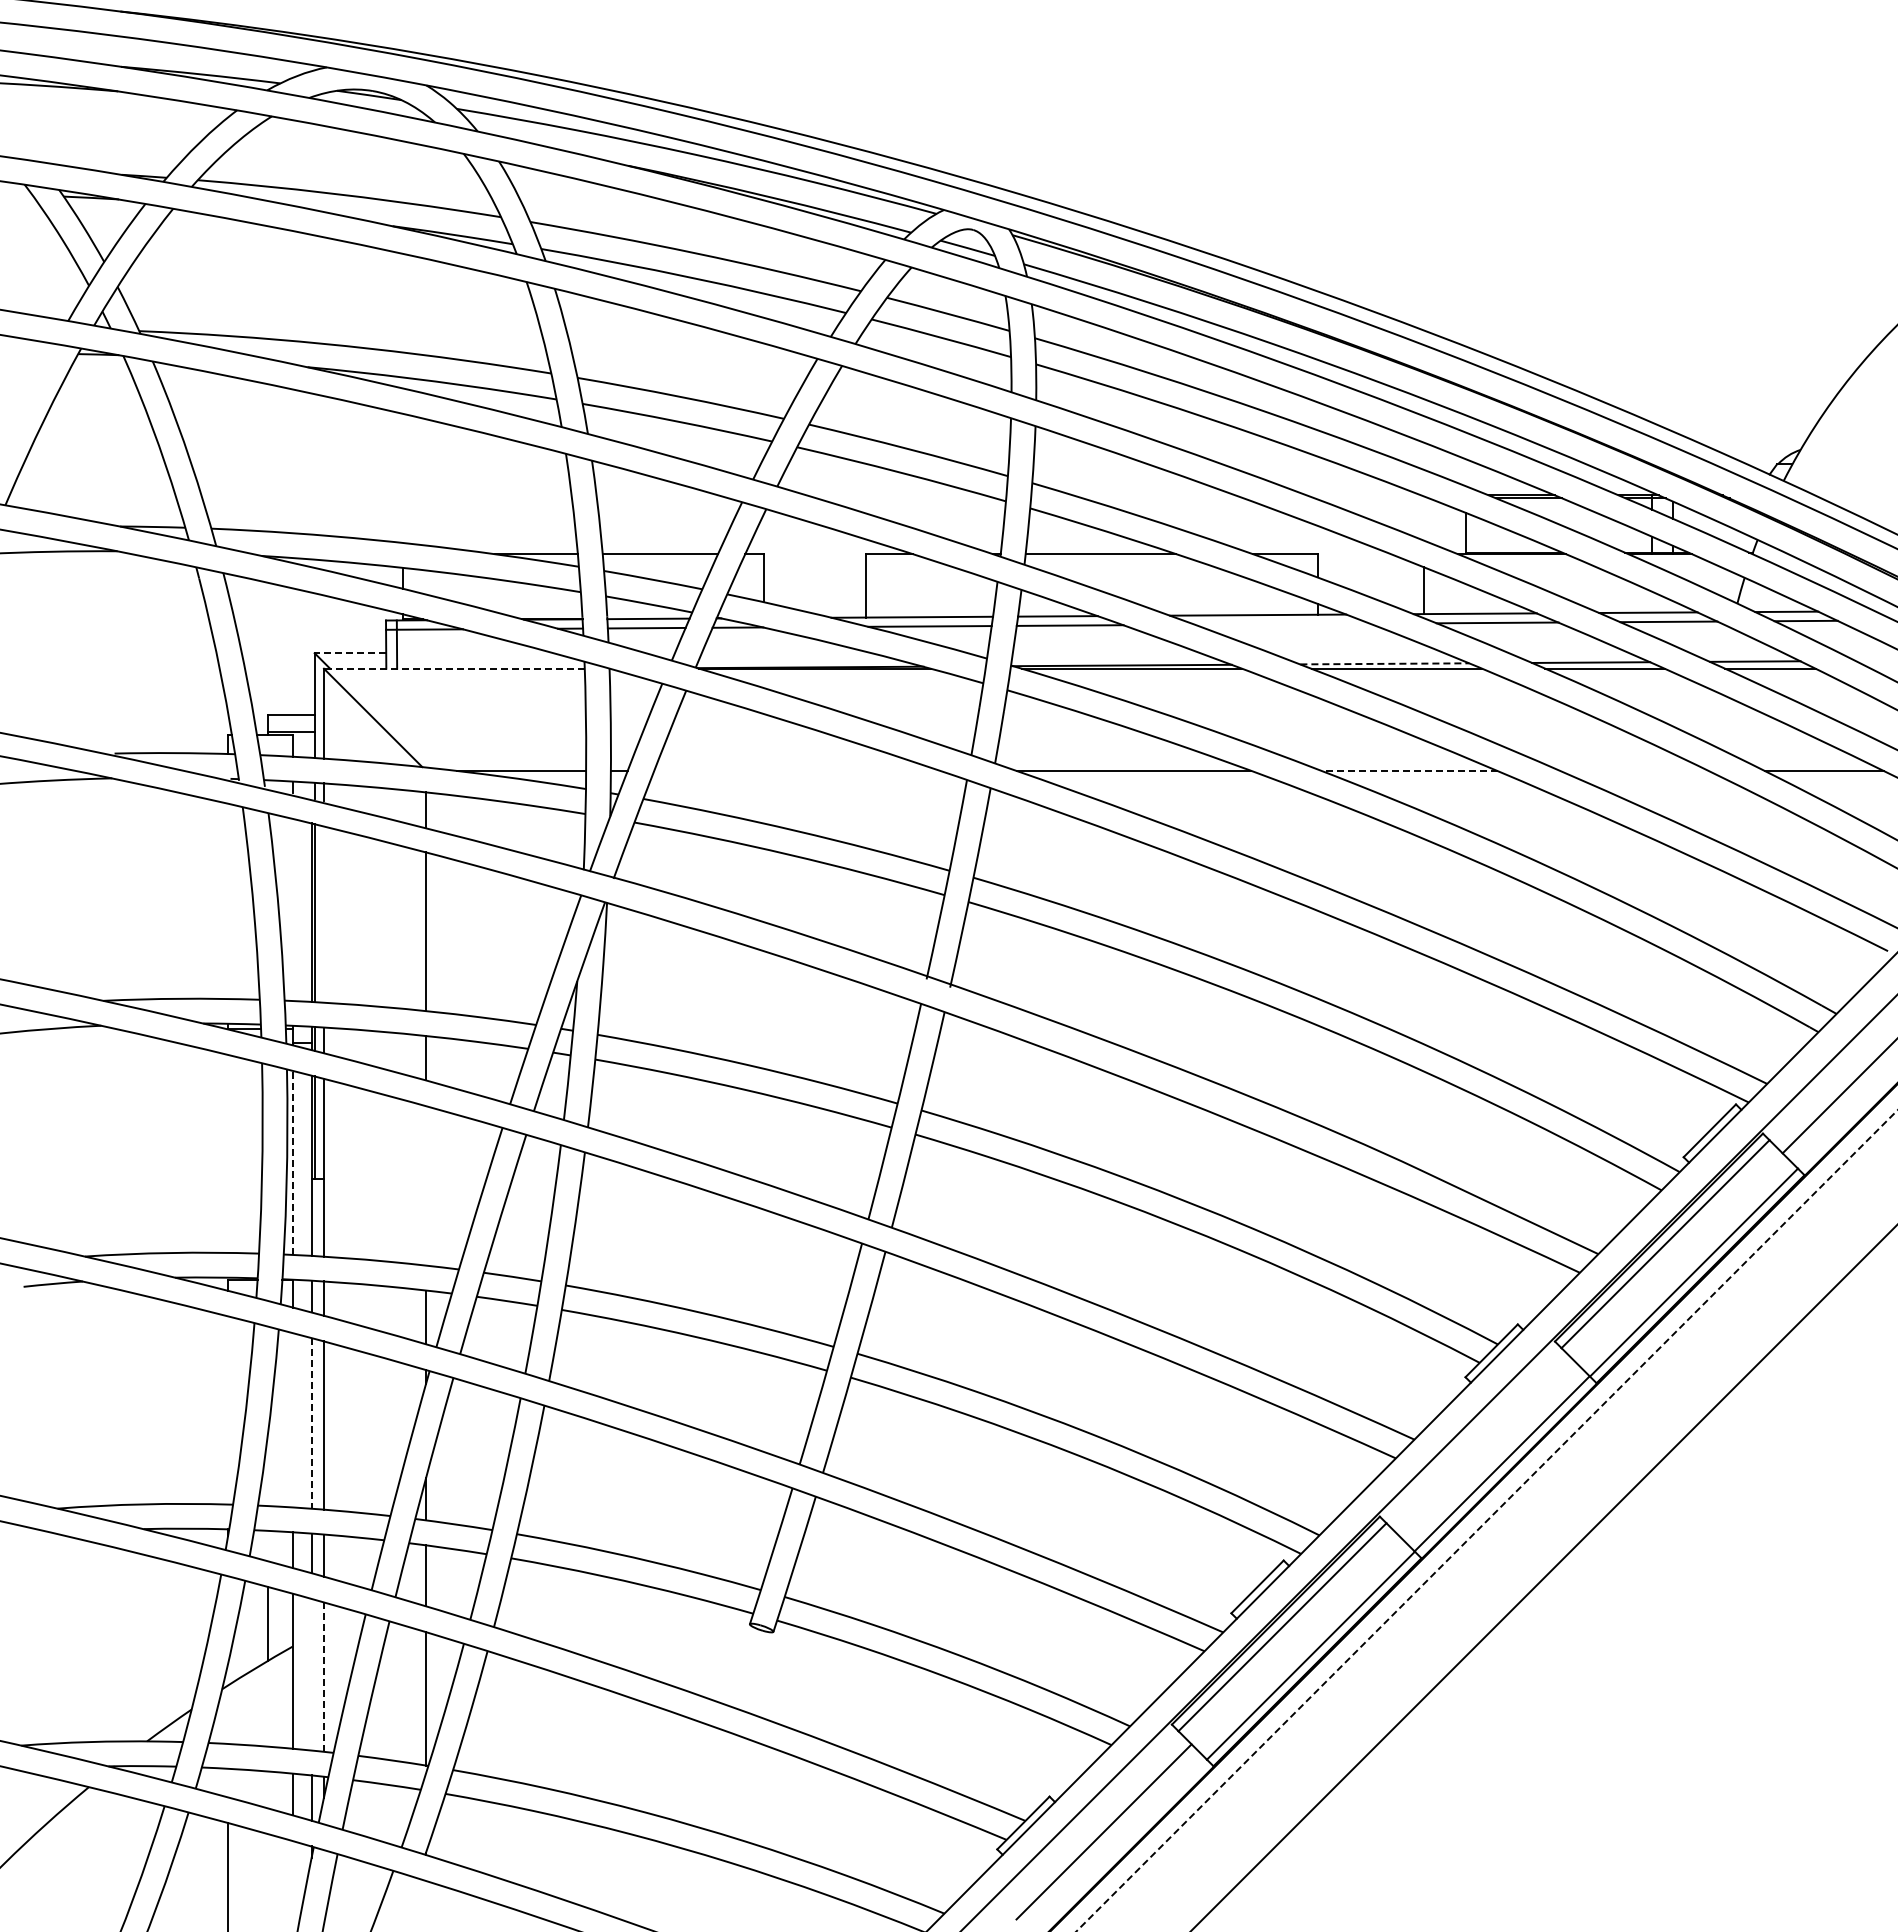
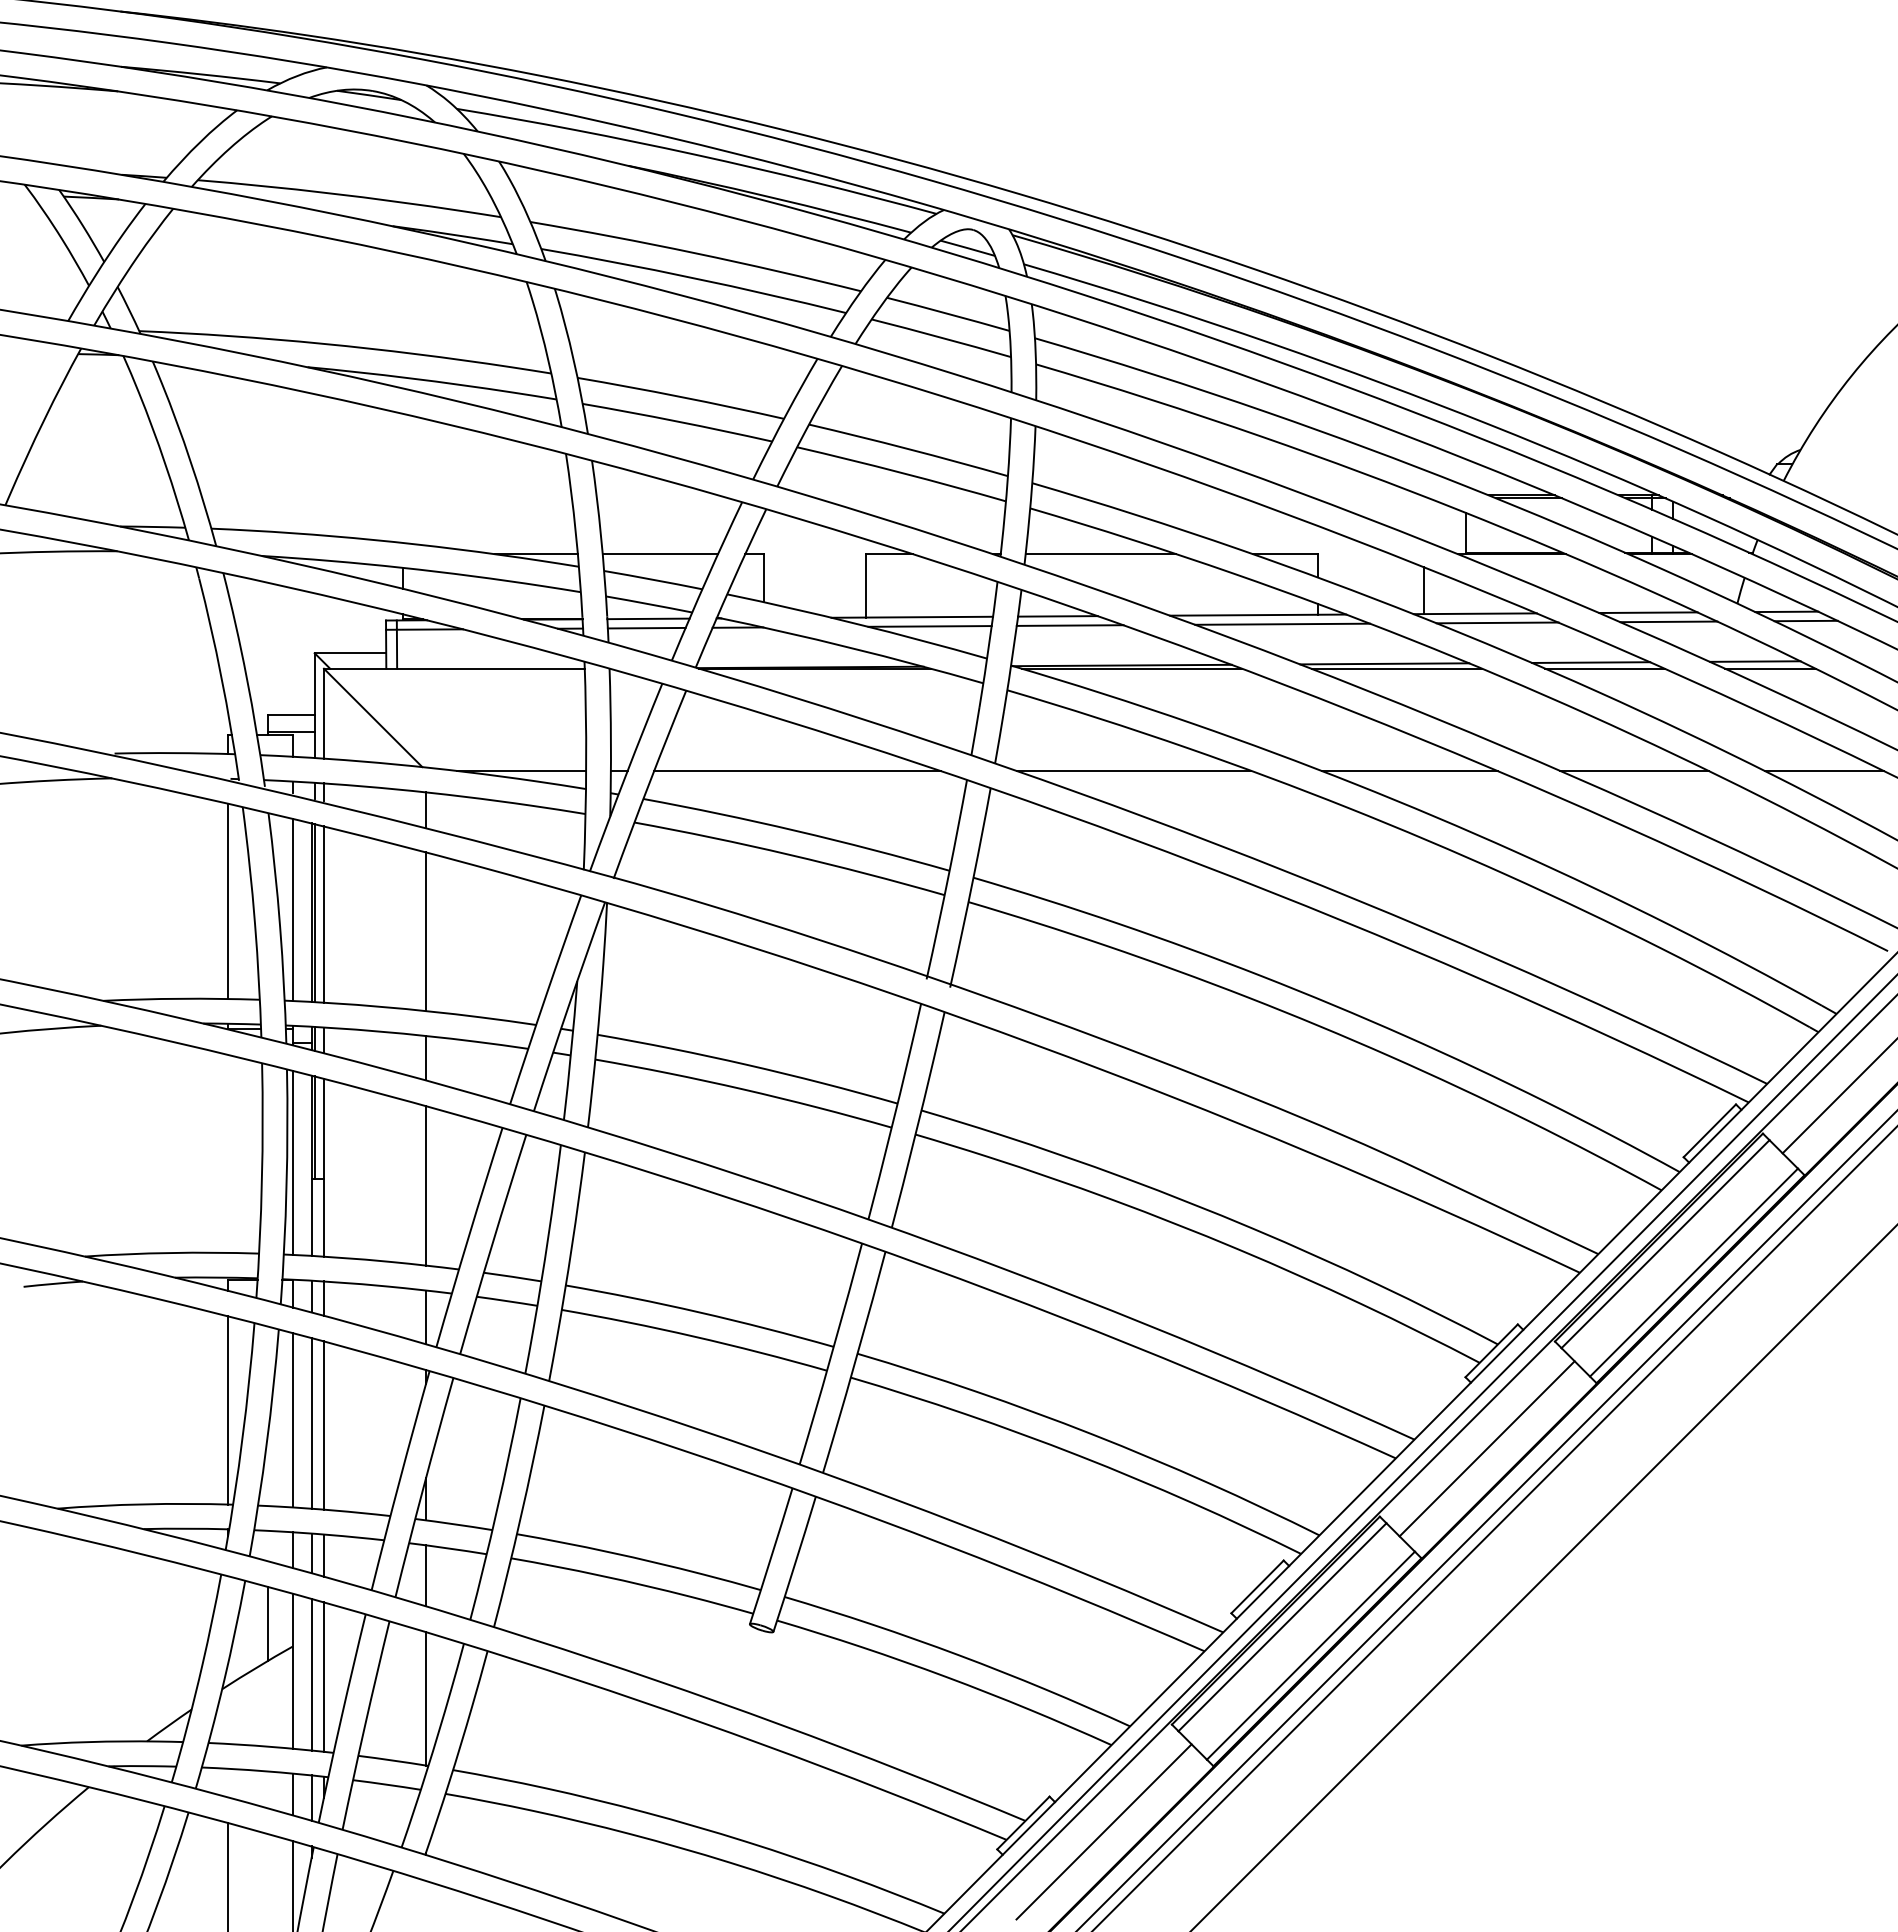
line at (1282, 623): none -> present
line at (350, 653): dashed -> solid
line at (1385, 663): dashed -> solid
line at (453, 668): dashed -> solid
line at (797, 770): none -> present
line at (1409, 770): dashed -> solid
line at (1634, 770): none -> present
line at (228, 900): none -> present
line at (293, 909): none -> present
line at (323, 914): none -> present
line at (293, 1162): dashed -> solid
line at (426, 1185): none -> present
line at (228, 1410): none -> present
line at (293, 1420): none -> present
line at (311, 1423): dashed -> solid
line at (1422, 1452): none -> present
line at (1501, 1463) position: (1501, 1463) -> (1486, 1448)
line at (1486, 1520): dashed -> solid
line at (1494, 1528): none -> present
line at (311, 1674): none -> present
line at (323, 1677): dashed -> solid
line at (293, 1884): none -> present
